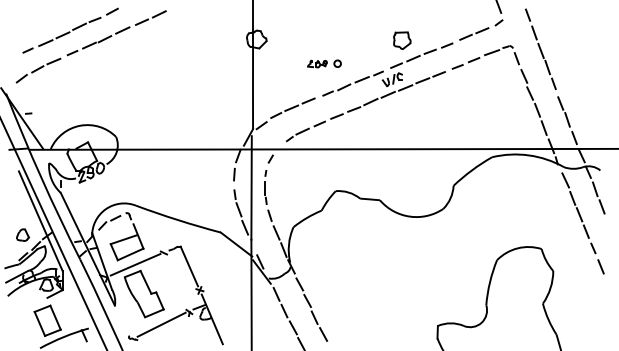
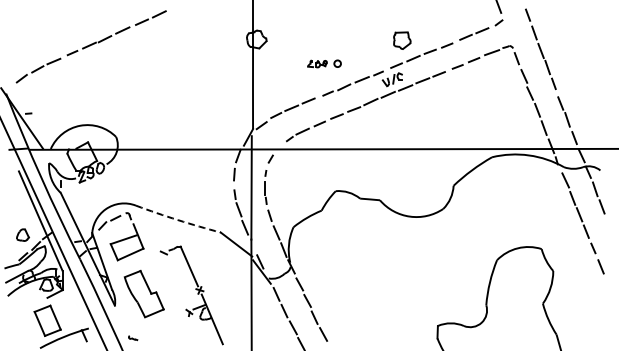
part at (70, 30): present -> none
arc at (178, 220): solid -> dashed
line at (135, 264): present -> none
line at (161, 324): present -> none
